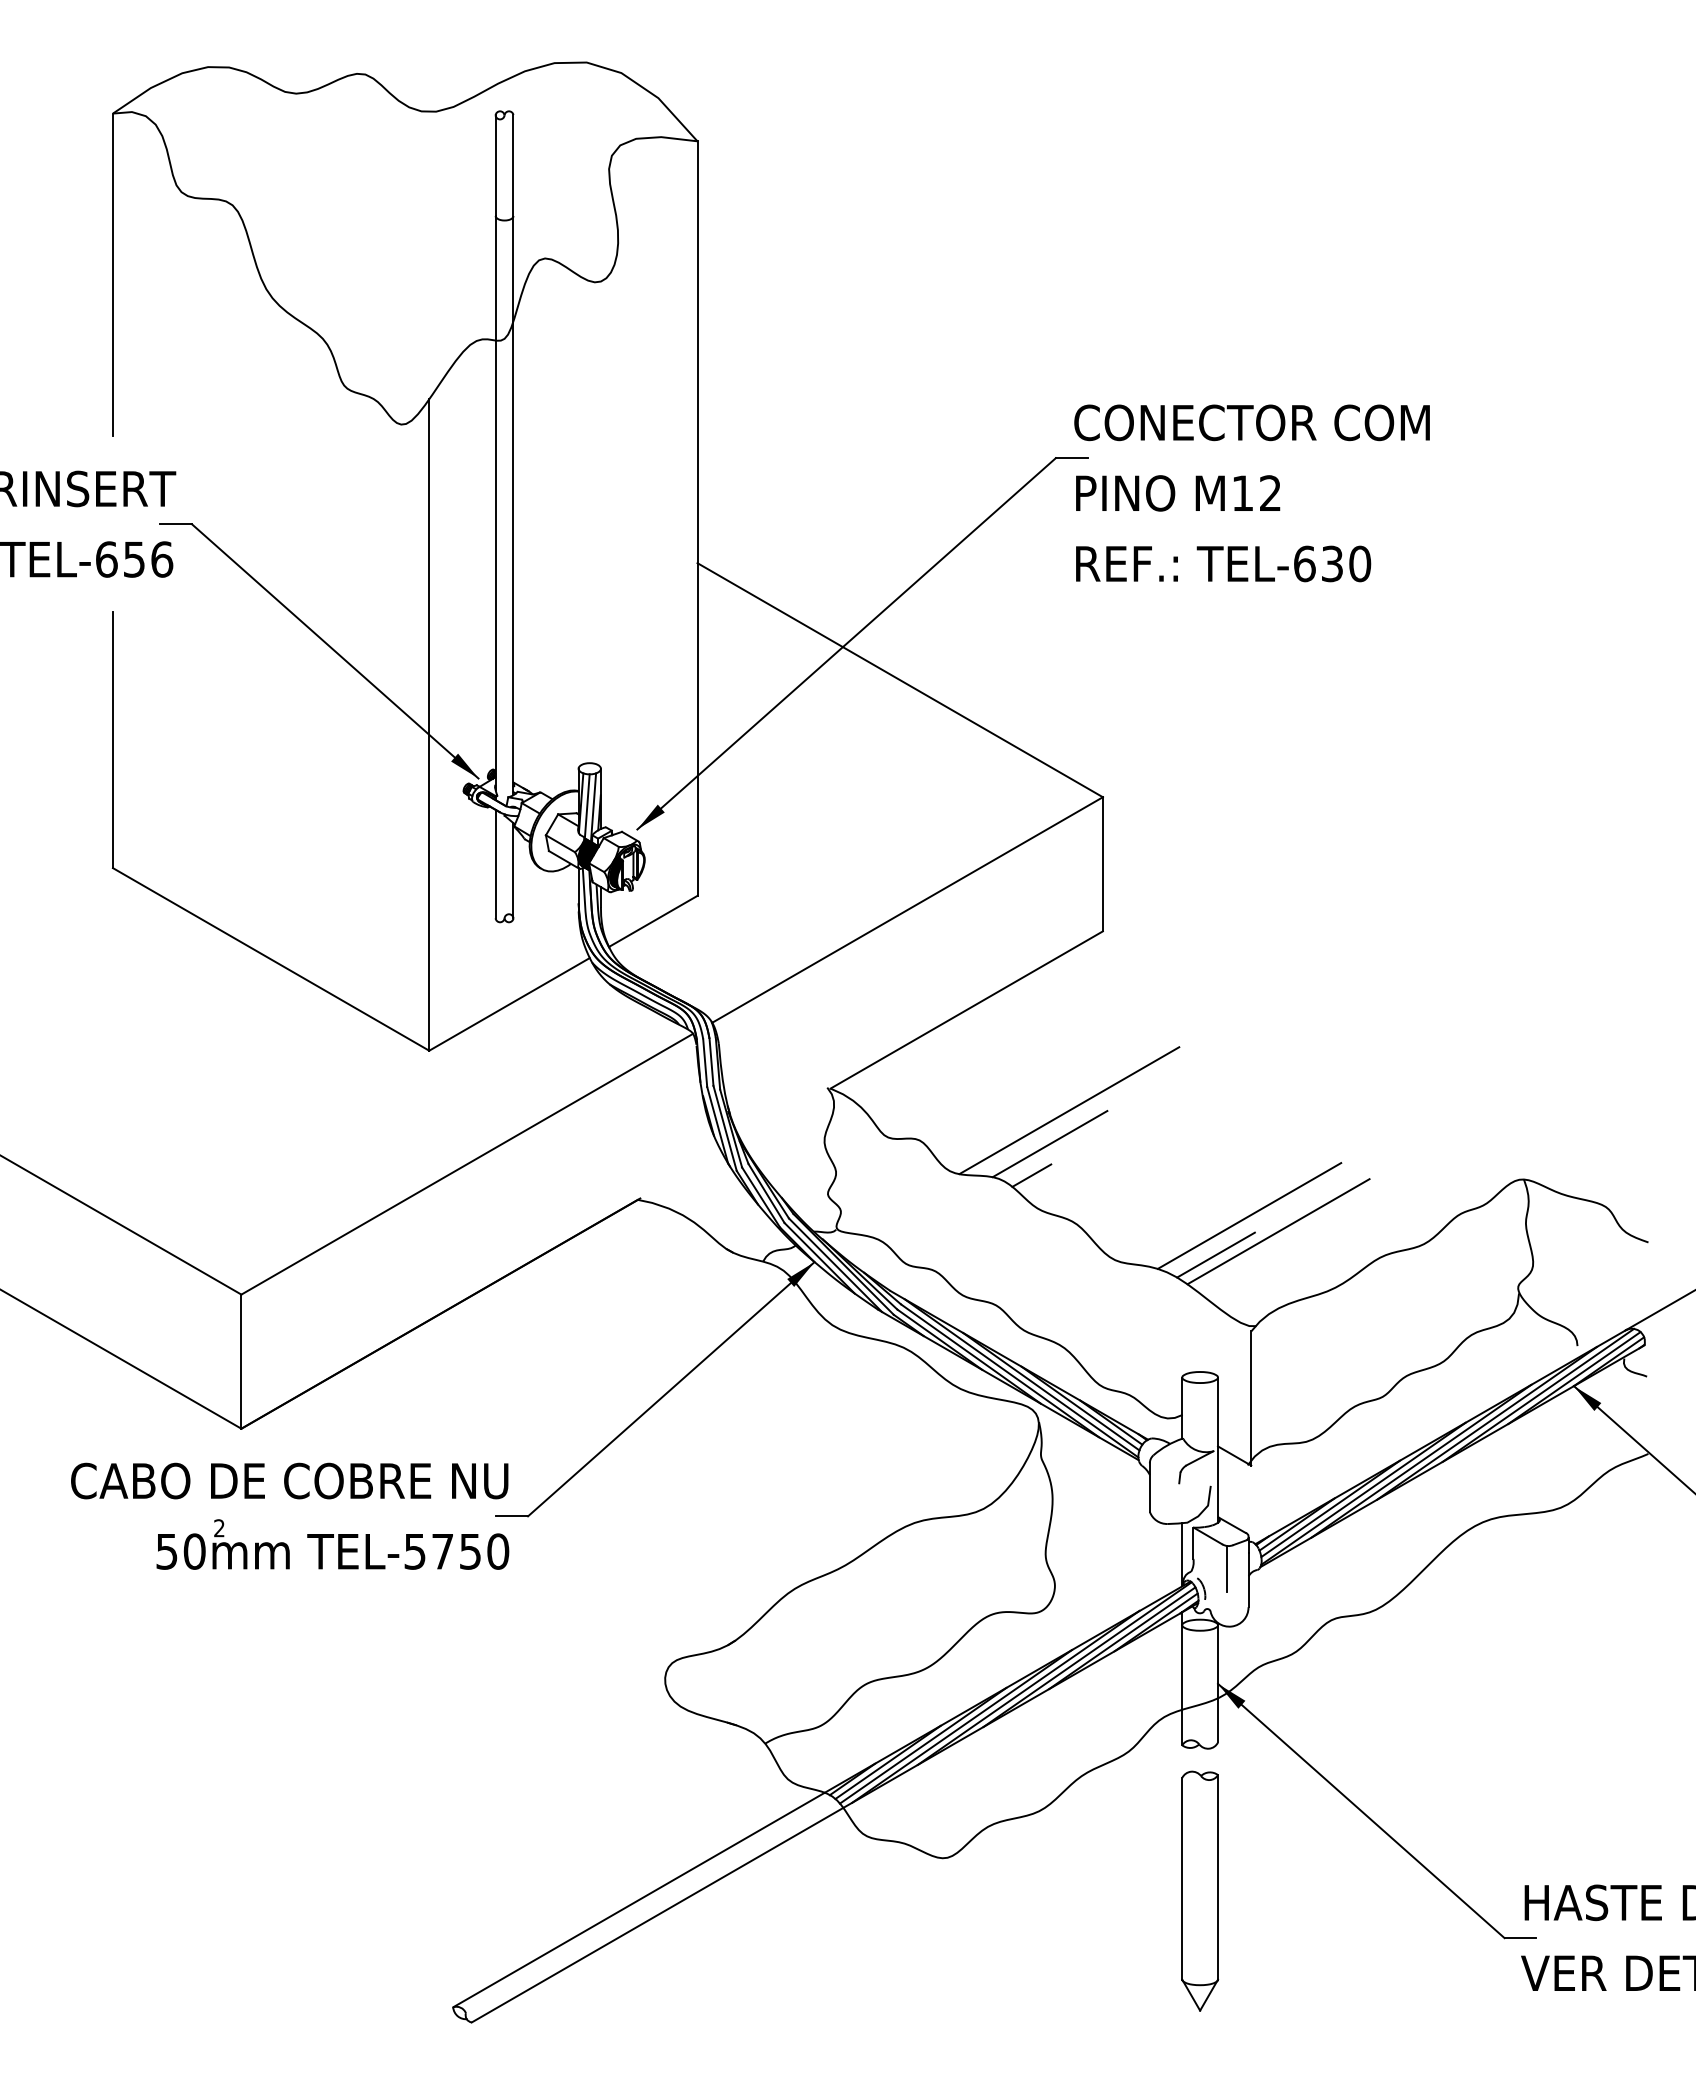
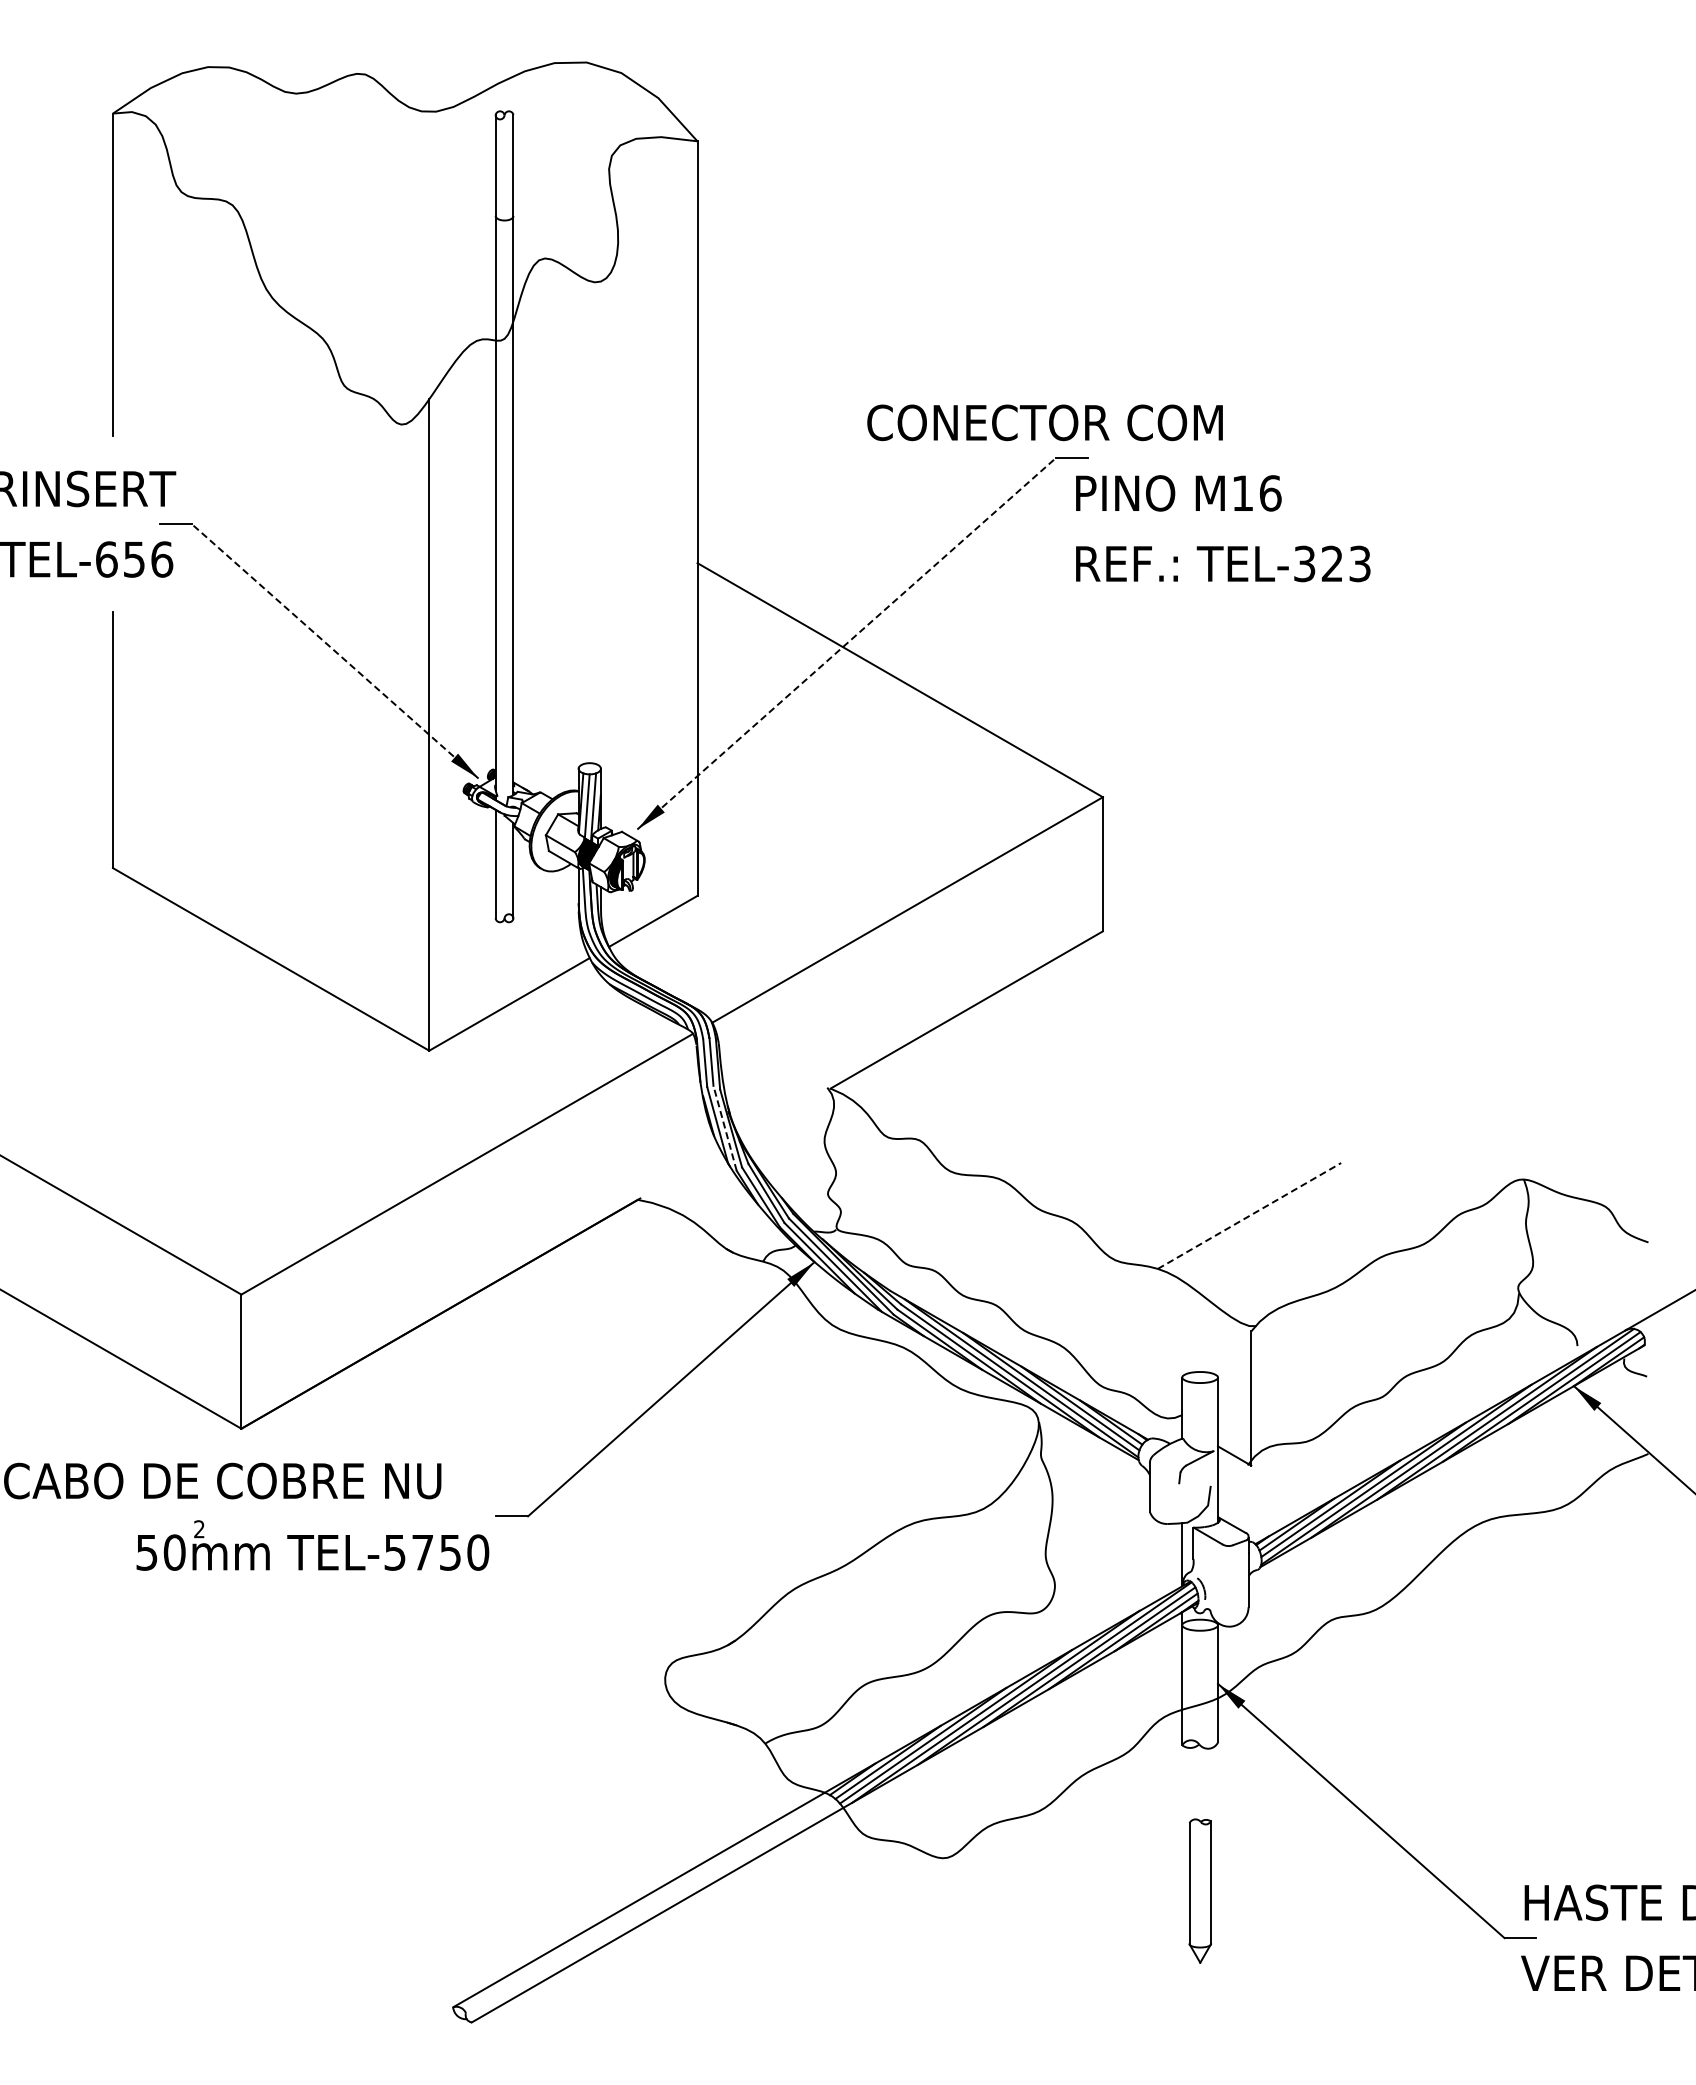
text at (1251, 422) position: (1251, 422) -> (1044, 422)
text at (1270, 493): M12 -> M16
text at (1332, 563): TEL-630 -> TEL-323
line at (846, 643): solid -> dashed
line at (335, 651): solid -> dashed
line at (1069, 1110): present -> none
line at (724, 1127): solid -> dashed
line at (1049, 1144): present -> none
line at (1031, 1175): present -> none
line at (1249, 1215): solid -> dashed
line at (1278, 1231): present -> none
line at (1215, 1254): present -> none
text at (289, 1480) position: (289, 1480) -> (222, 1480)
text at (332, 1544) position: (332, 1544) -> (312, 1545)
line at (1227, 1568): present -> none
part at (1200, 1890) size: 39x242 px -> 24x146 px
